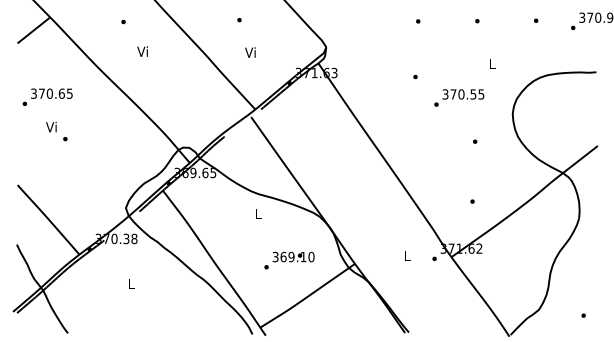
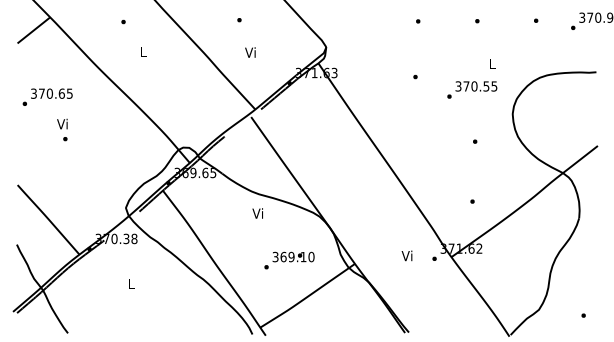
text at (142, 51): Vi -> L
text at (459, 97) position: (459, 97) -> (472, 89)
text at (51, 126) position: (51, 126) -> (62, 123)
text at (257, 213): L -> Vi
text at (406, 255): L -> Vi
